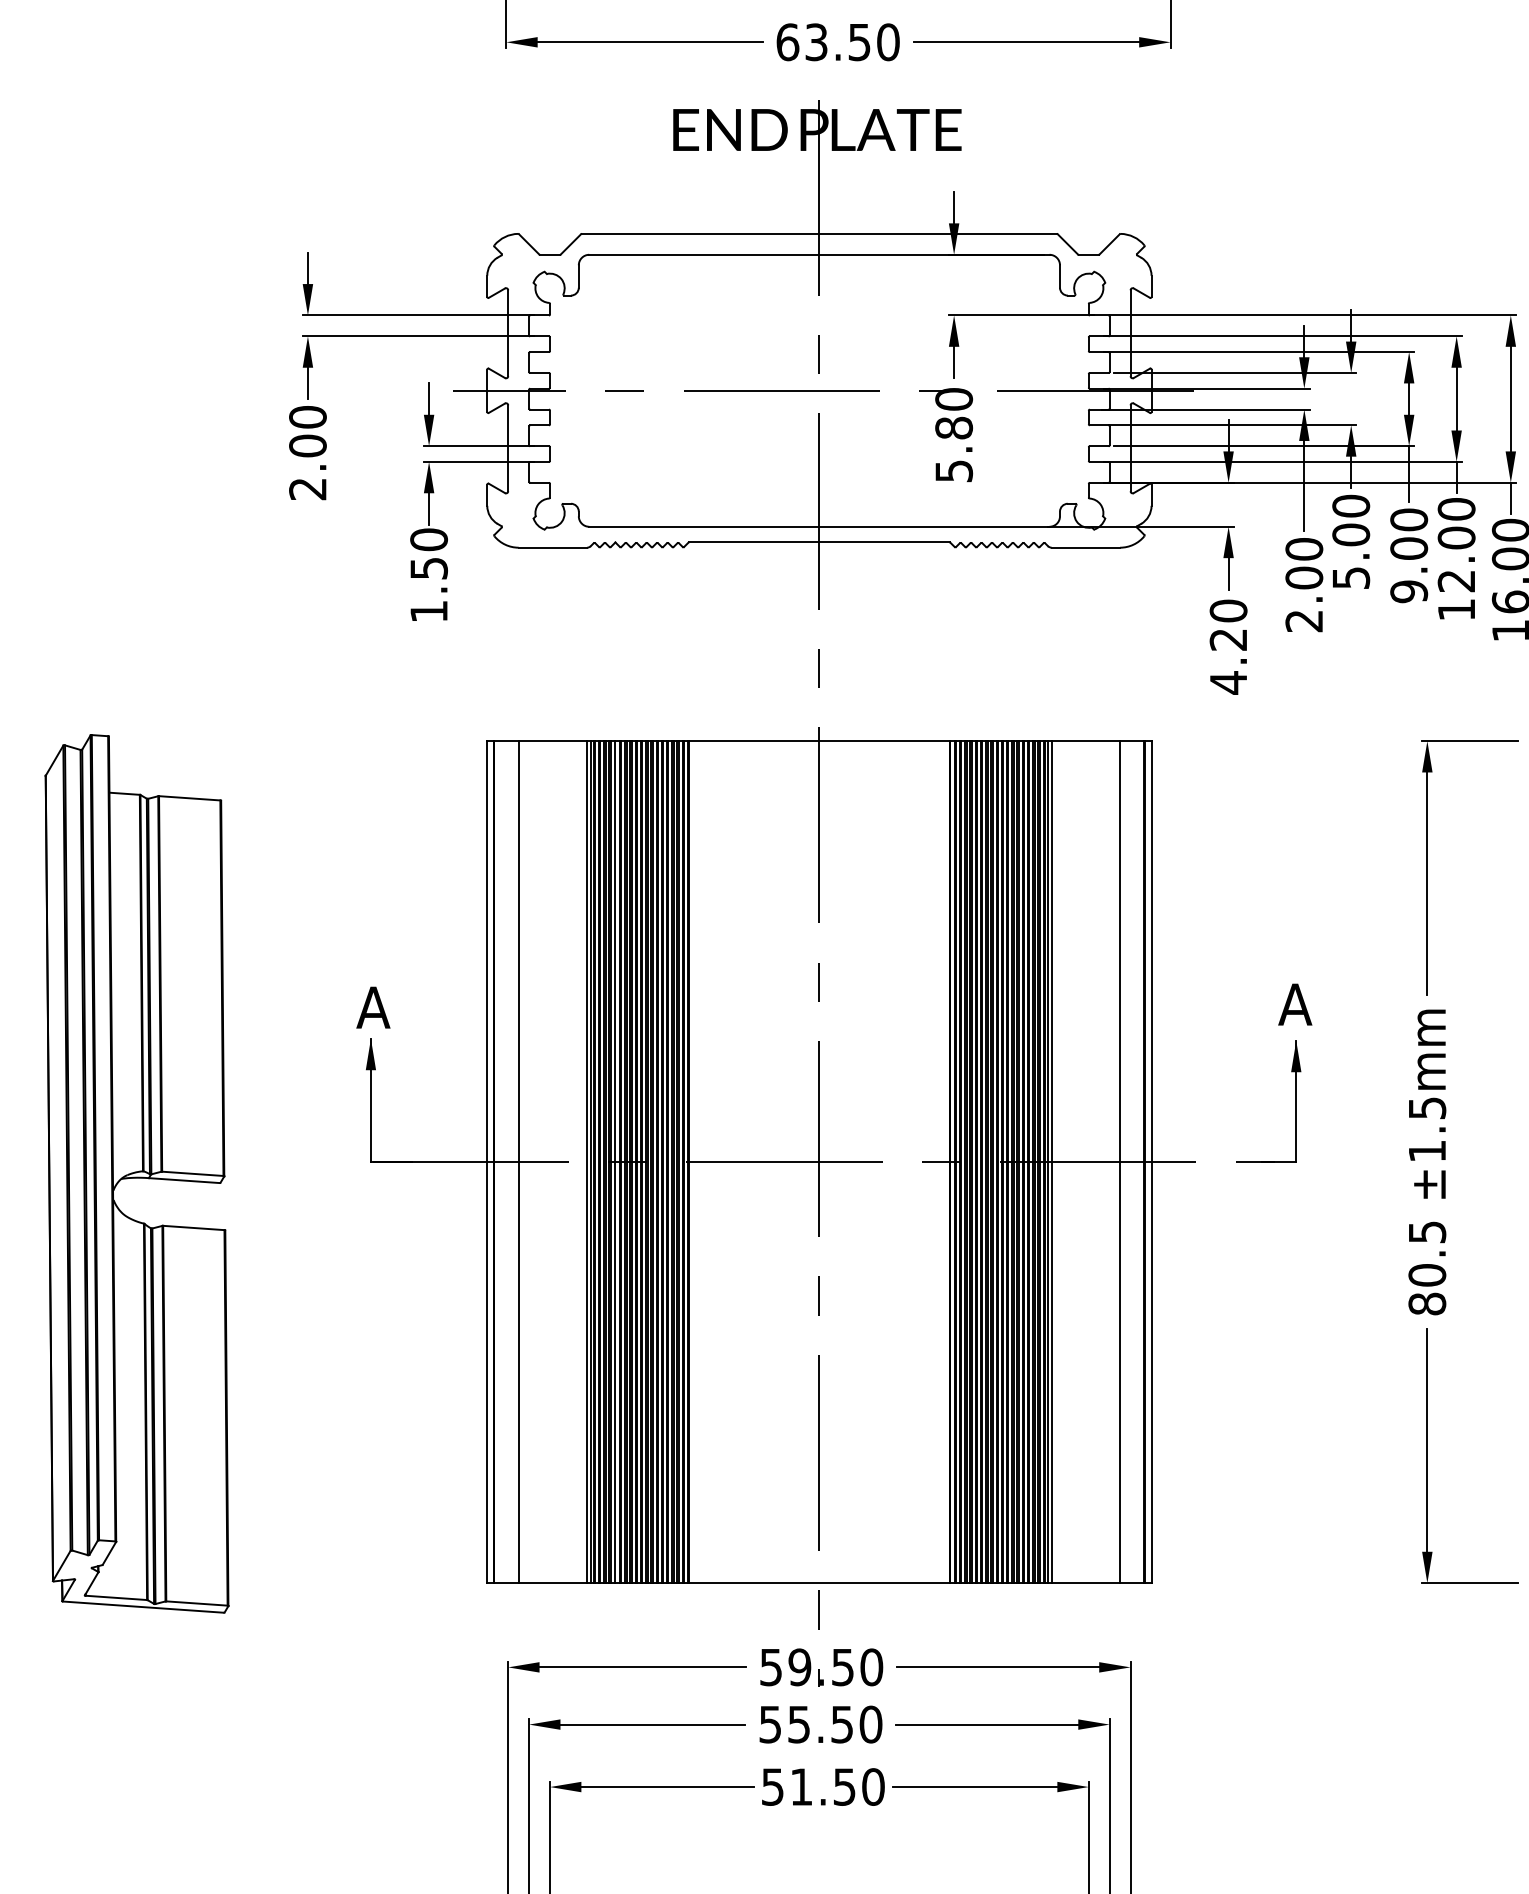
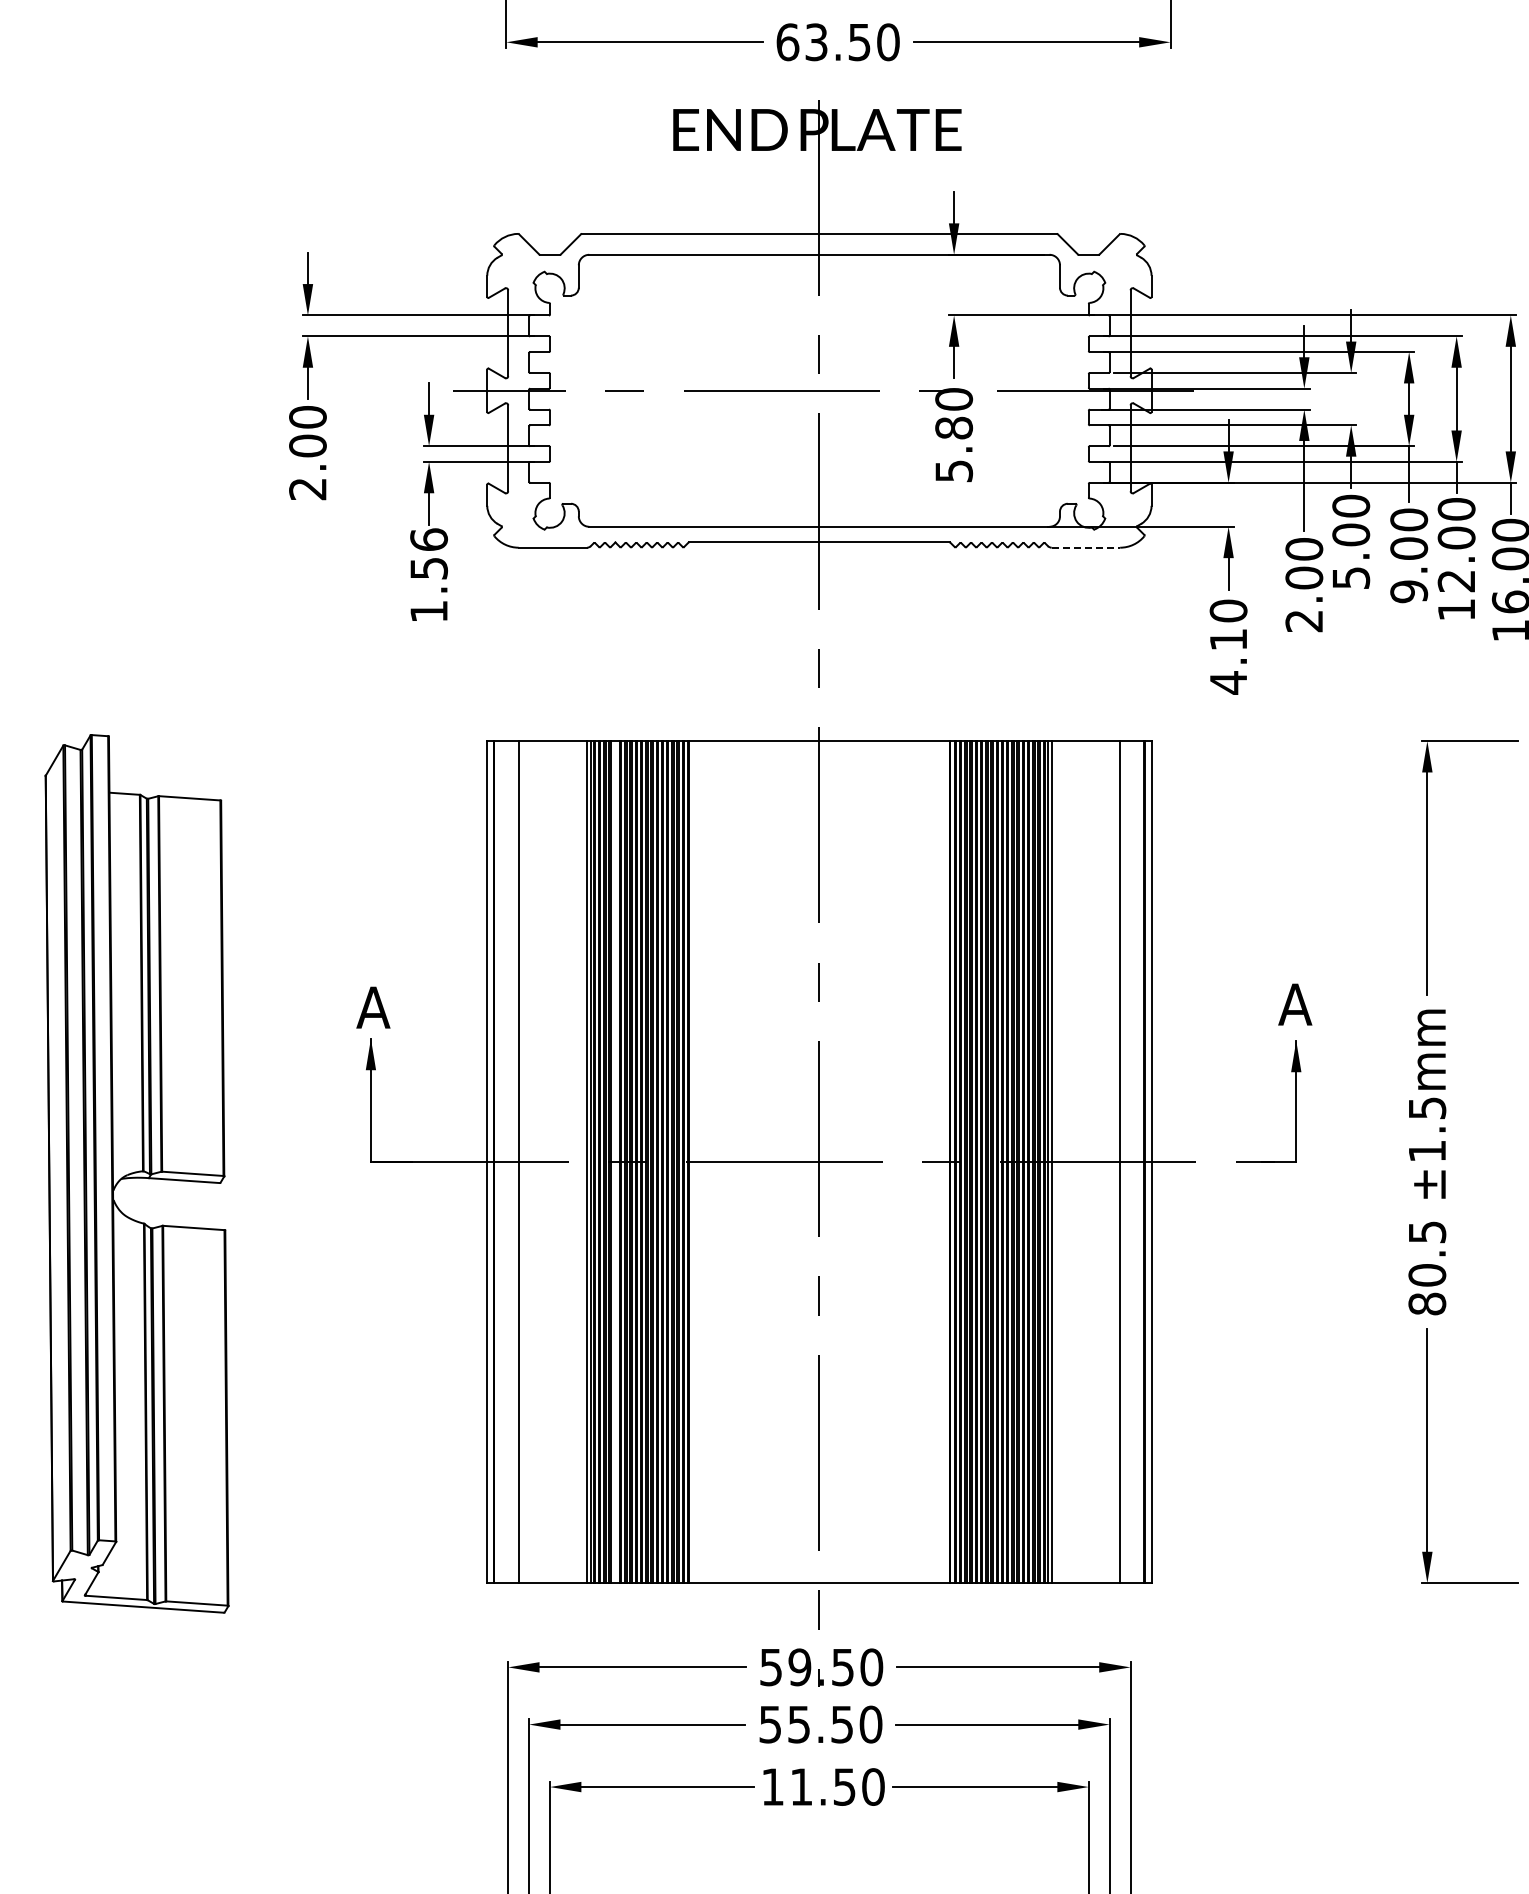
text at (428, 539): 1.50 -> 1.56
line at (1086, 547): solid -> dashed
text at (1227, 639): 4.20 -> 4.10
line at (615, 1162): present -> none
text at (772, 1786): 51.50 -> 11.50
